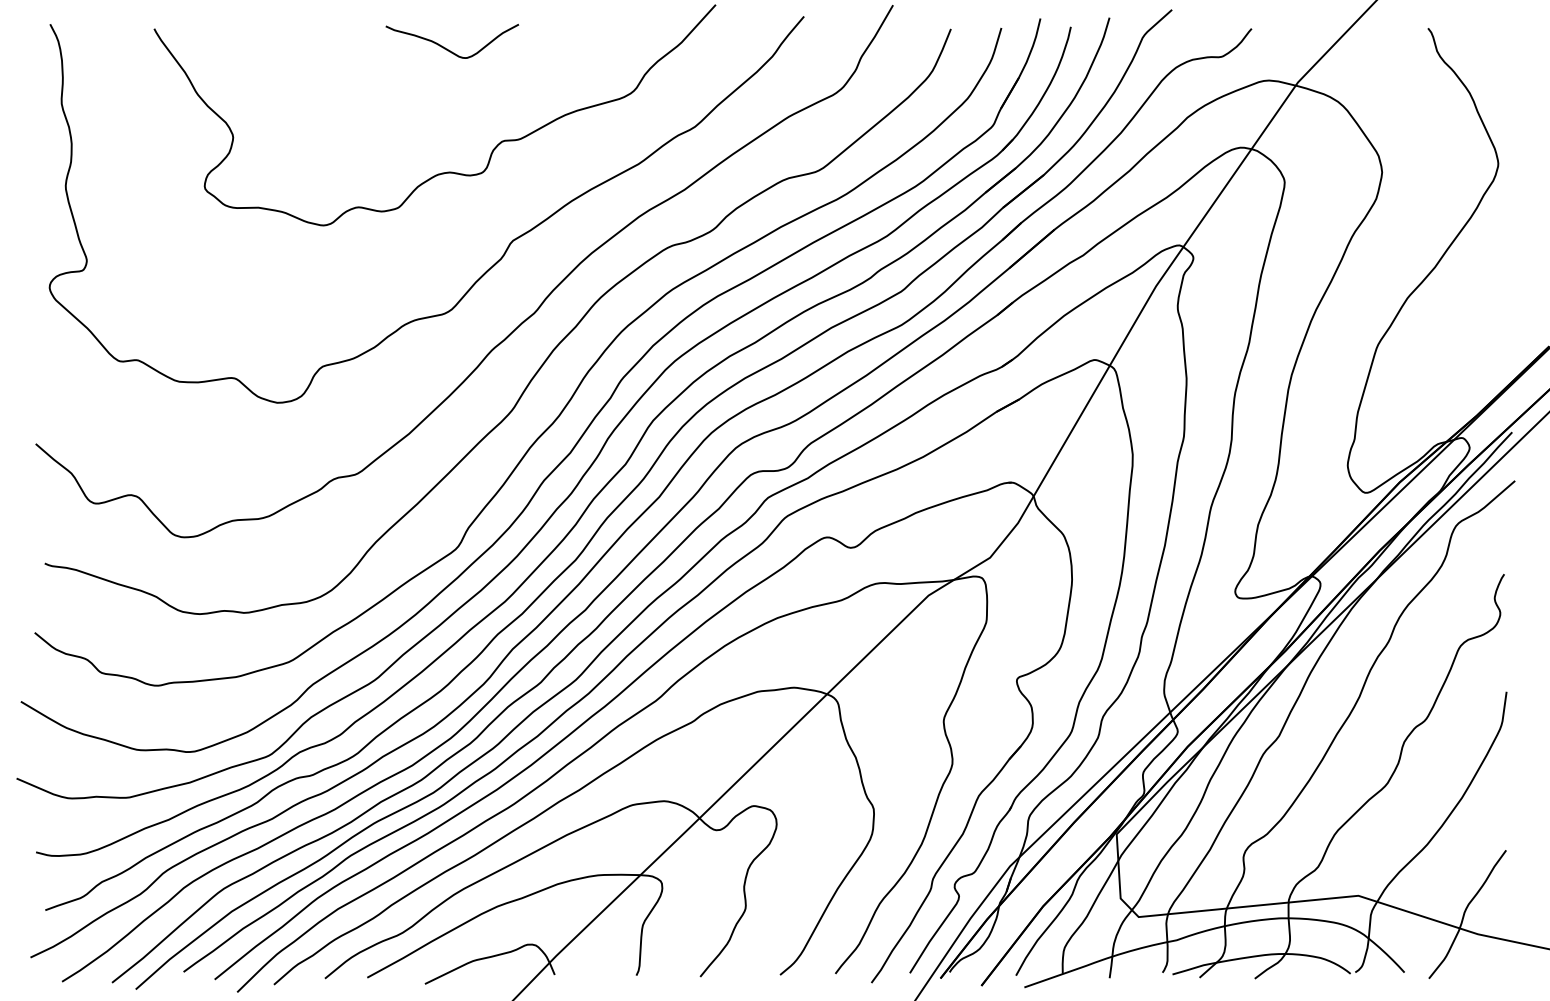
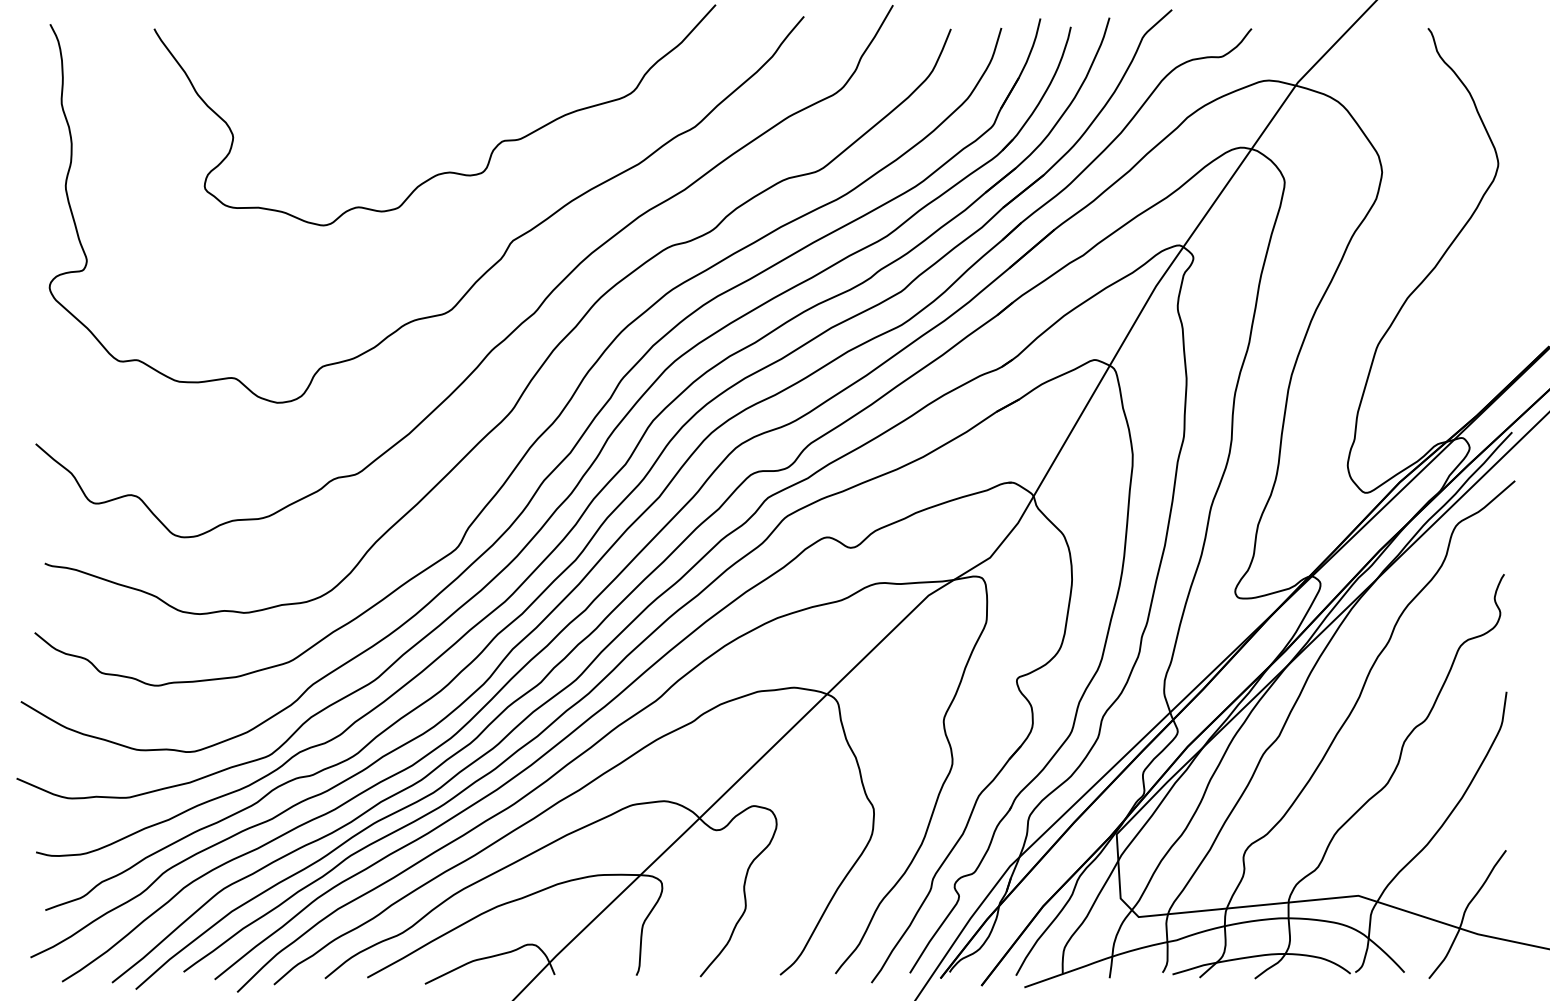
curve at (447, 48): present -> none
